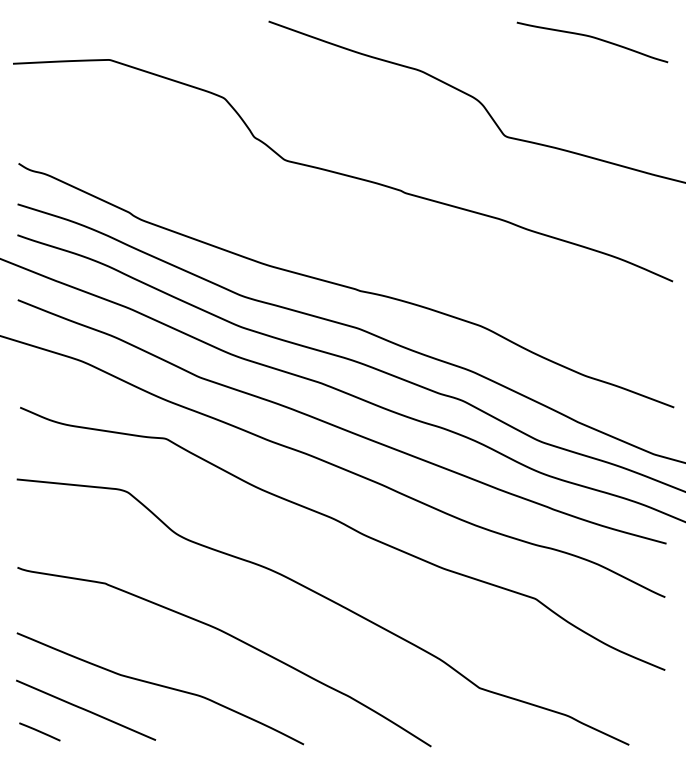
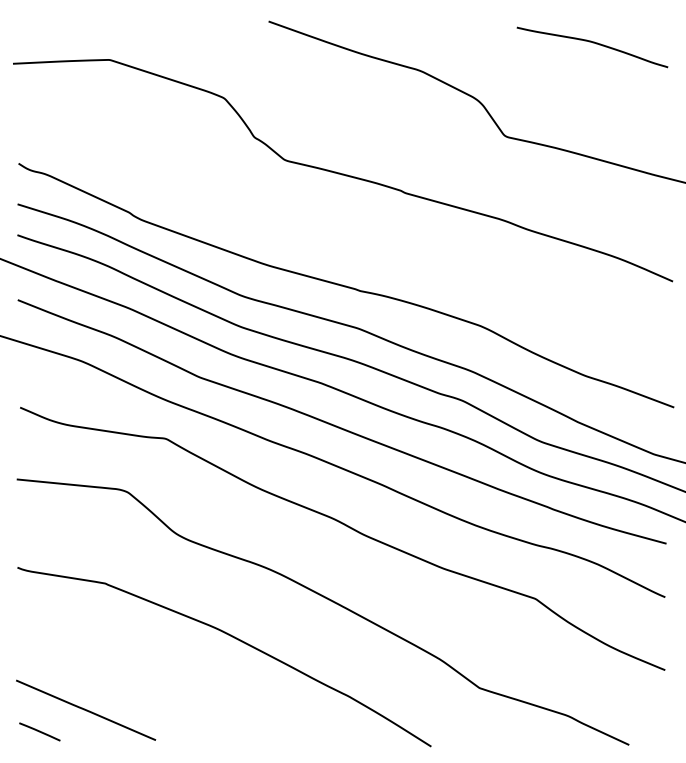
curve at (592, 38) position: (592, 38) -> (592, 43)
curve at (160, 686): present -> none
